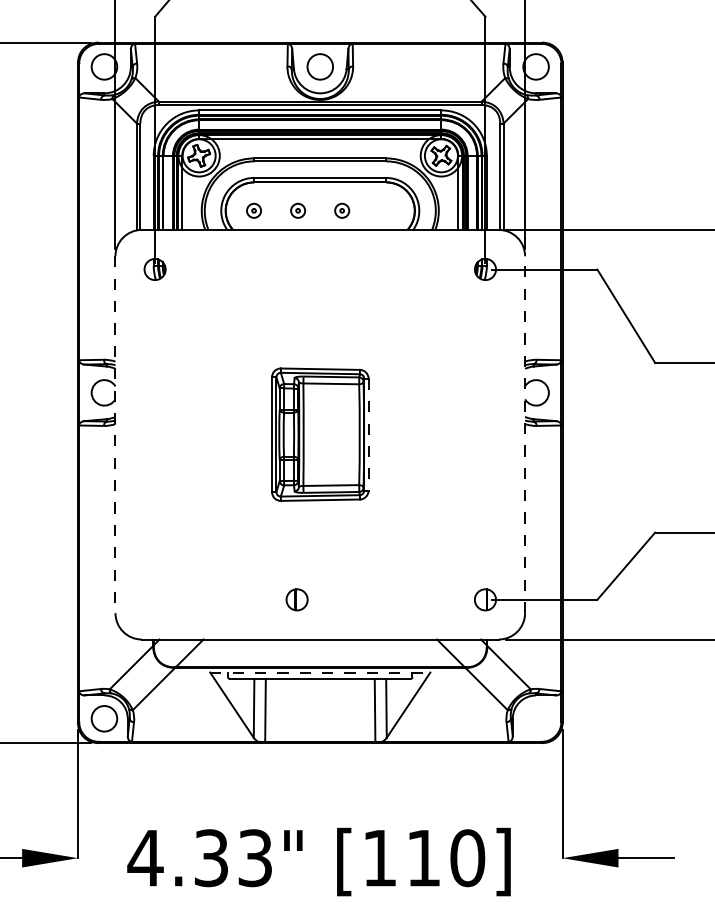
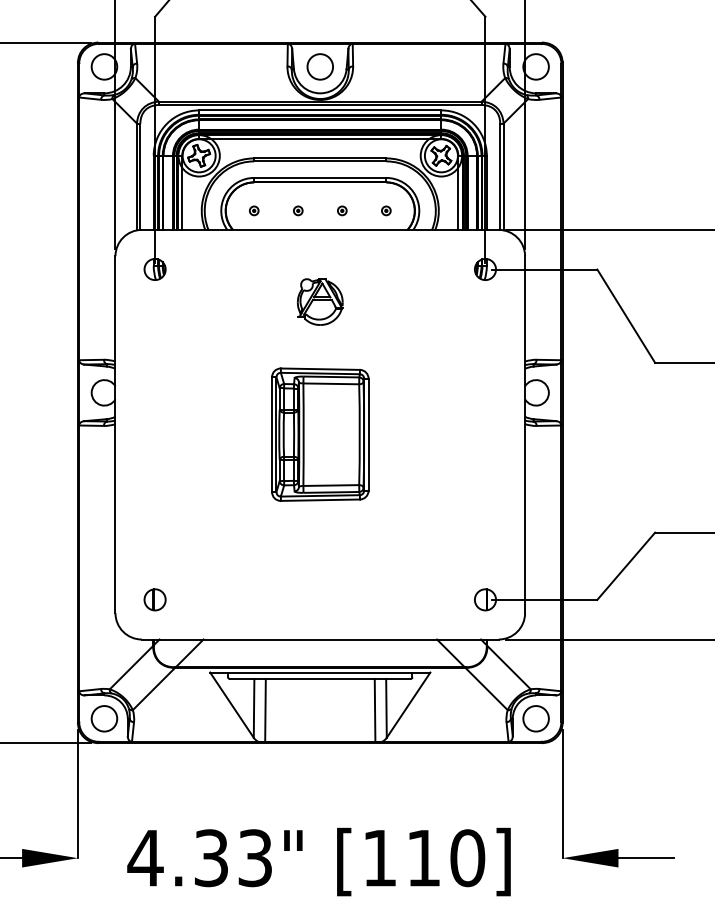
part at (253, 210) size: 16x17 px -> 11x12 px
part at (297, 210) size: 16x17 px -> 11x12 px
part at (342, 210) size: 17x17 px -> 11x12 px
part at (386, 210): none -> present
part at (320, 301): none -> present
line at (368, 434): dashed -> solid
line at (525, 434): dashed -> solid
line at (115, 435): dashed -> solid
part at (296, 599) position: (296, 599) -> (154, 599)
line at (320, 672): dashed -> solid
circle at (535, 718): none -> present
